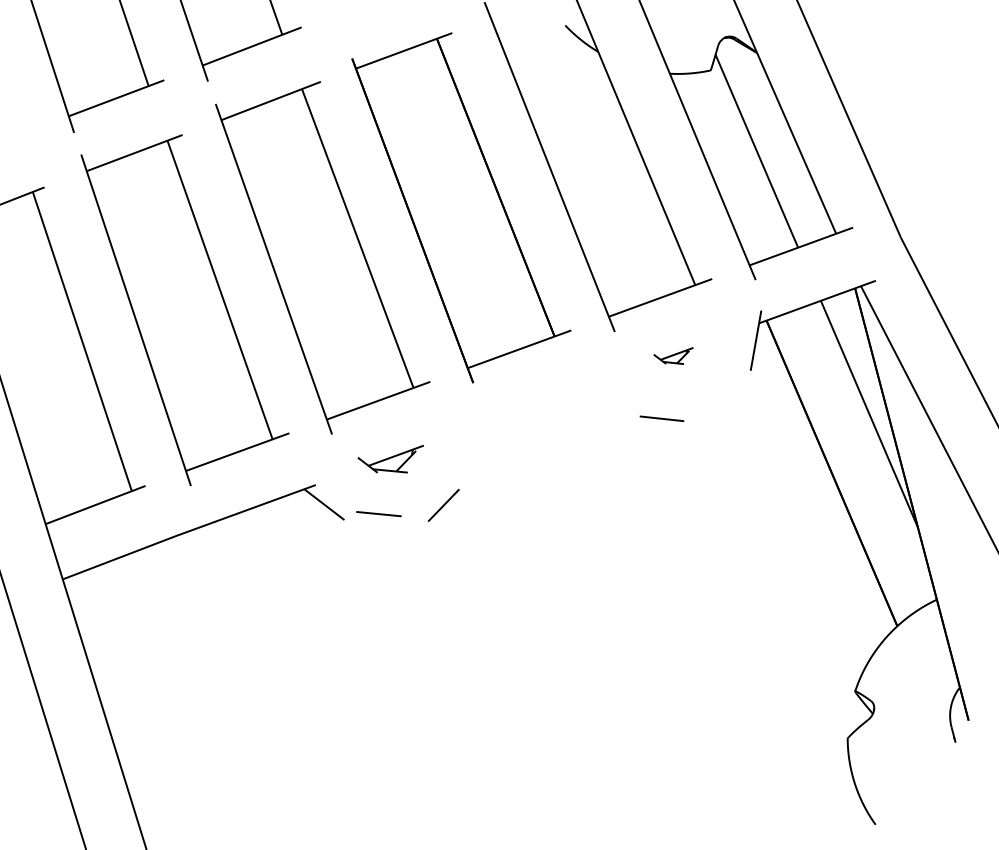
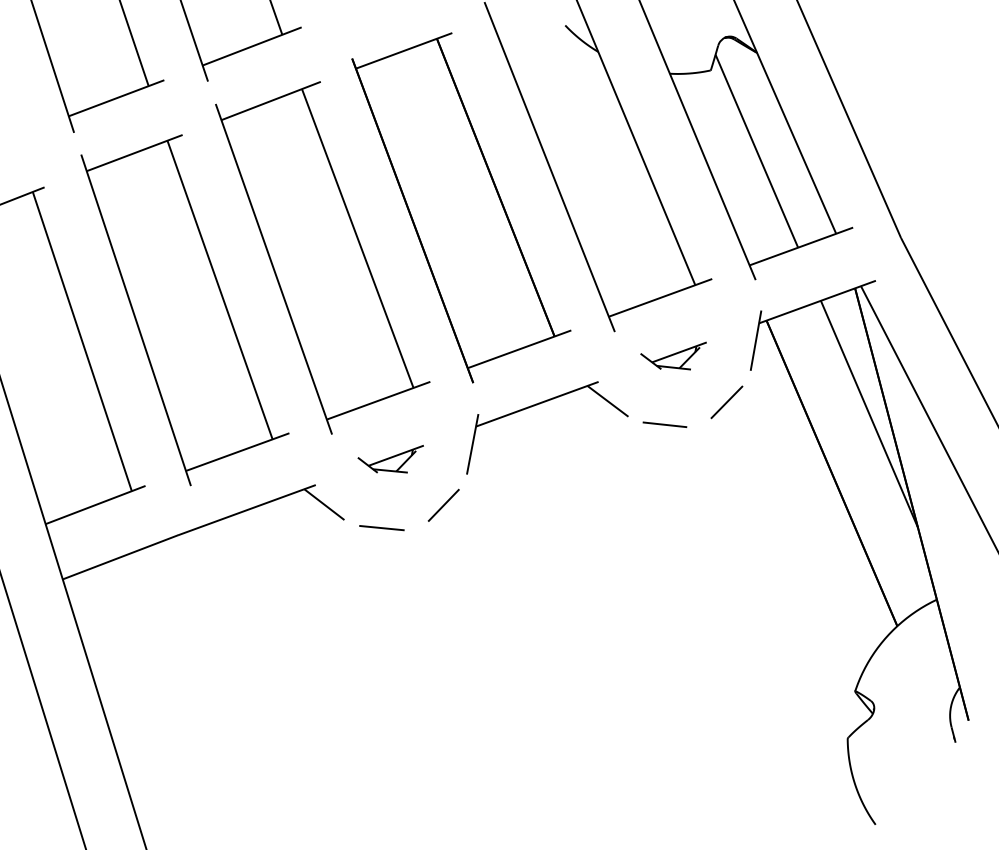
part at (673, 355) size: 41x18 px -> 67x30 px
line at (726, 402): none -> present
part at (540, 404): none -> present
line at (661, 418) position: (661, 418) -> (664, 424)
line at (378, 514) position: (378, 514) -> (381, 528)
